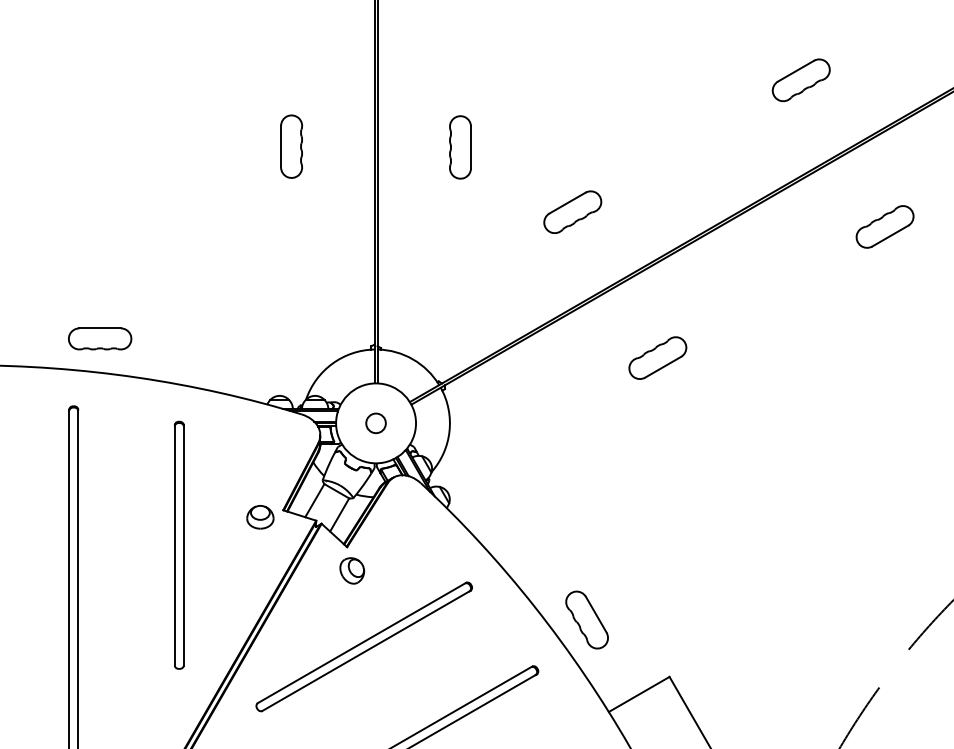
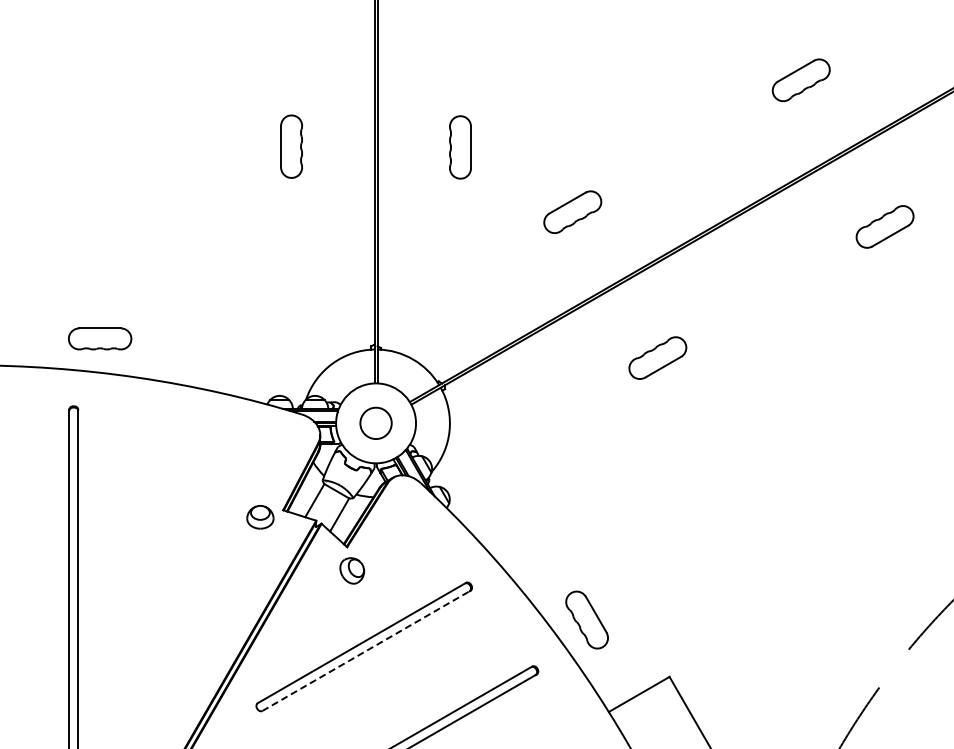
circle at (375, 423) diameter: 20 px -> 31 px
part at (179, 544): present -> none
line at (366, 650): solid -> dashed
